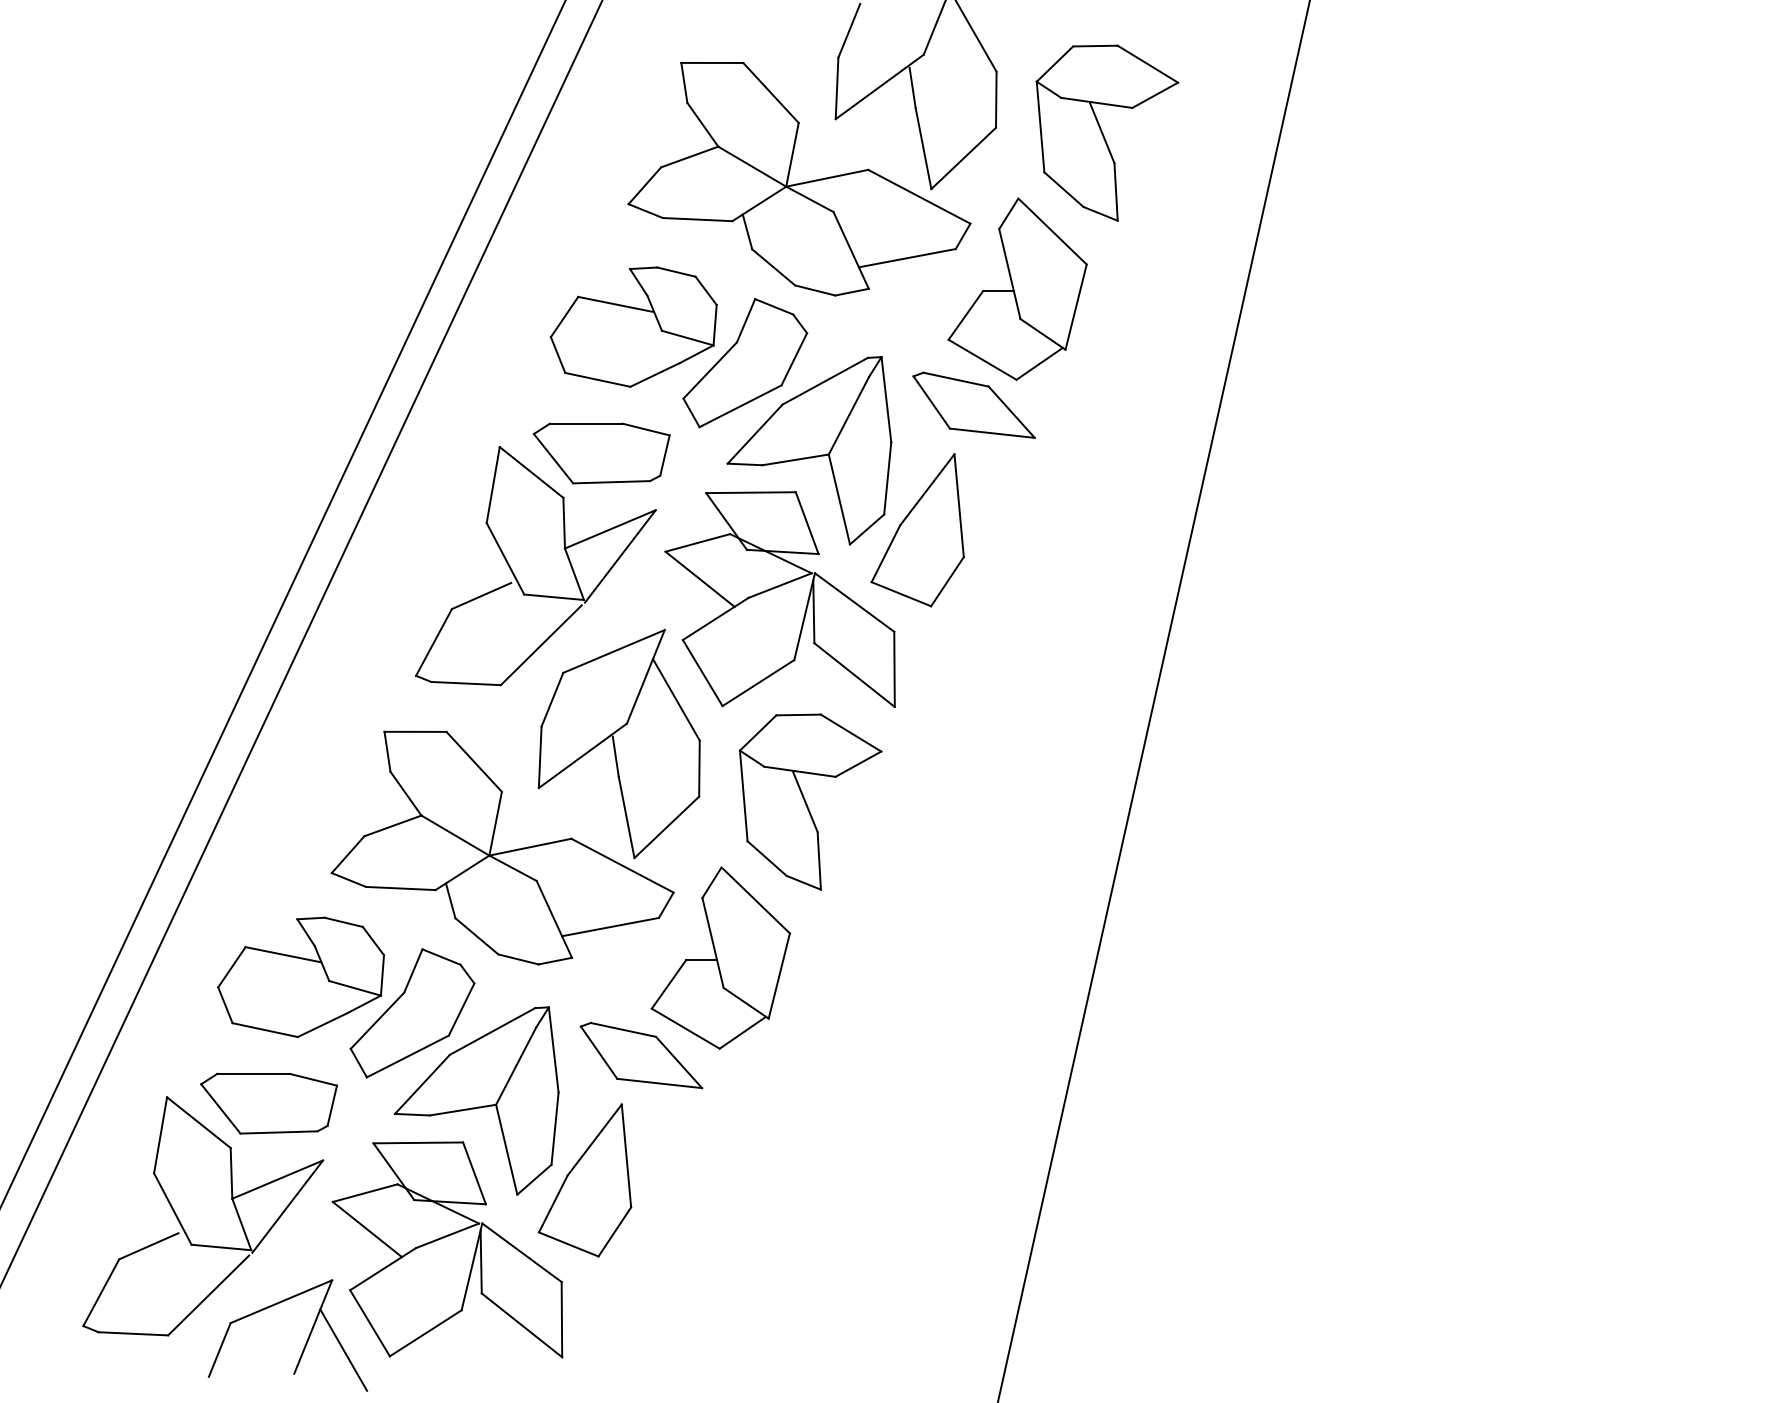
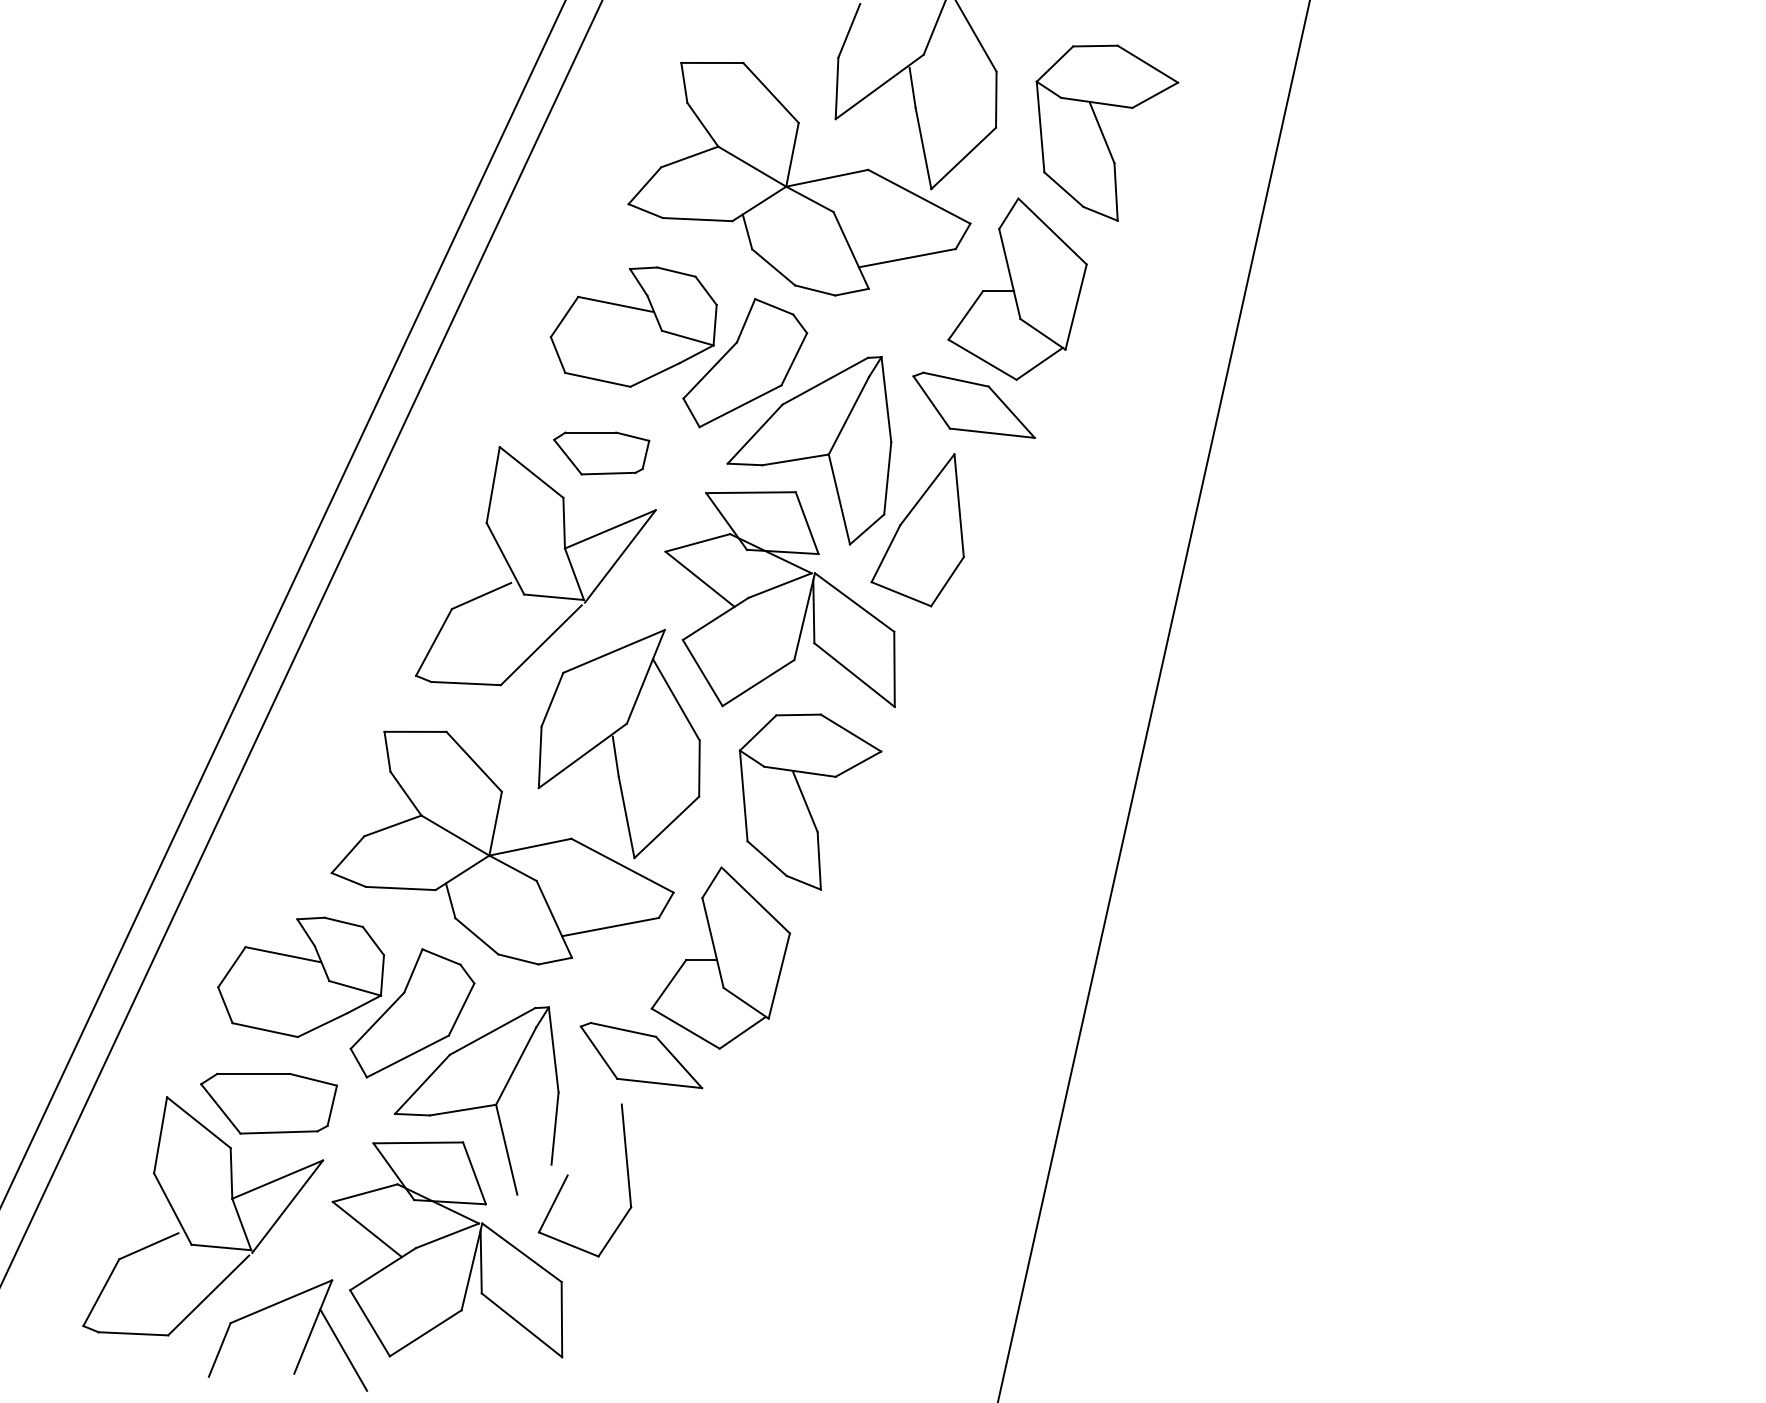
part at (601, 453) size: 139x63 px -> 98x45 px
line at (594, 1139): present -> none
line at (534, 1179): present -> none
